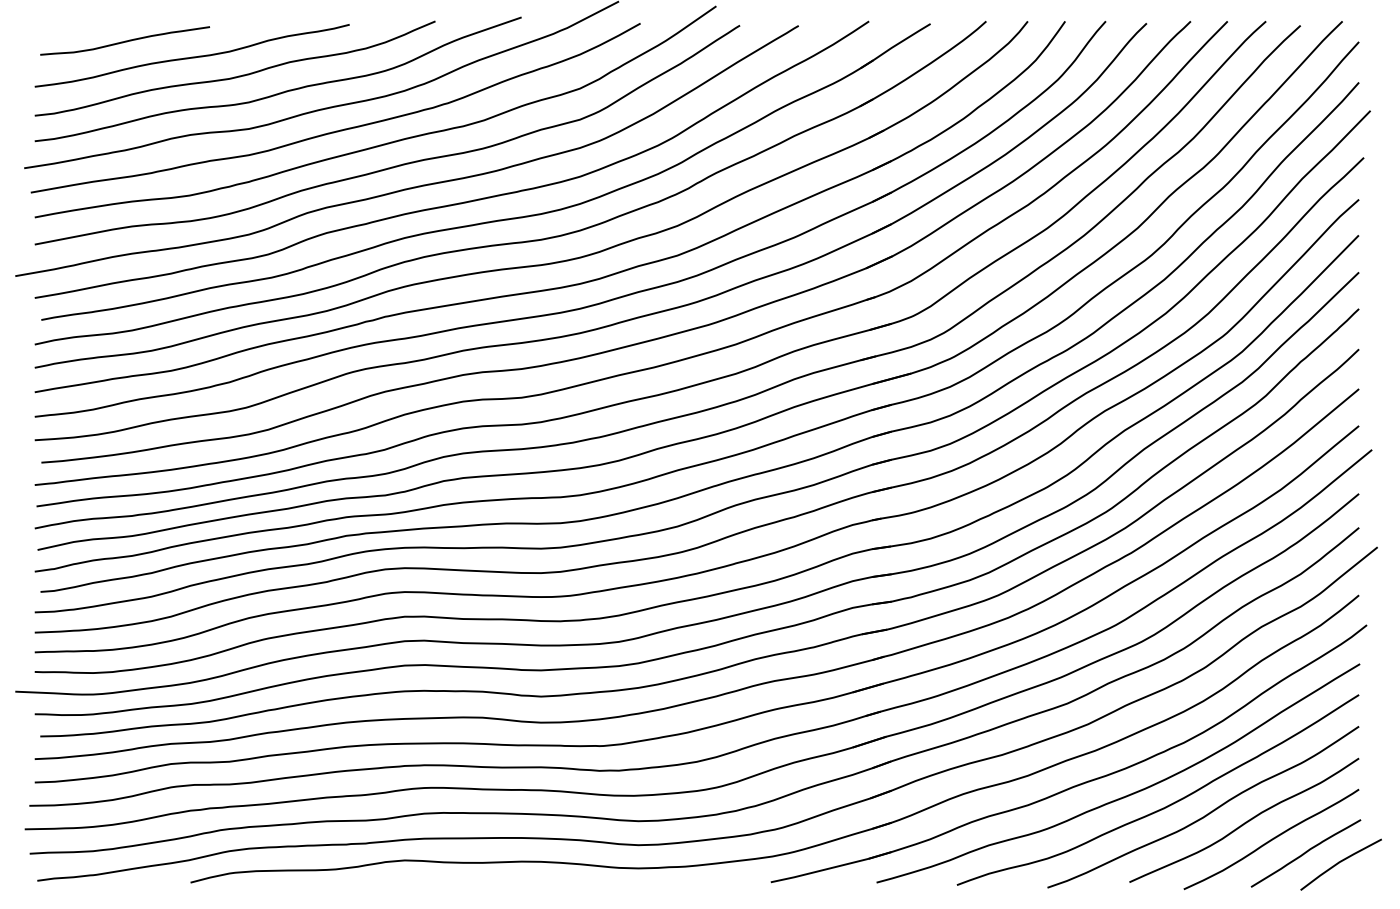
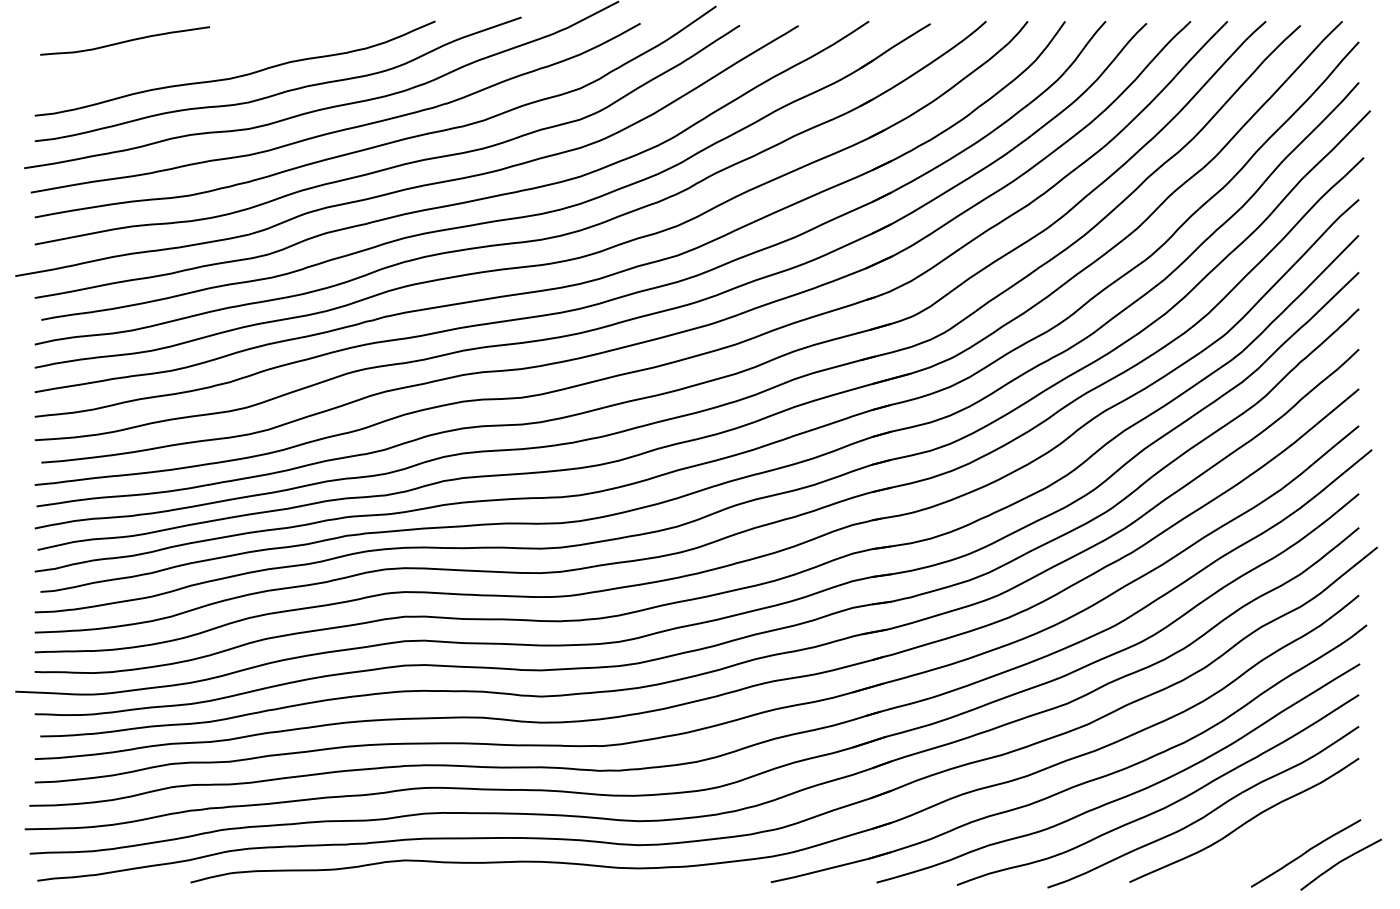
curve at (191, 56): present -> none
curve at (1271, 839): present -> none
